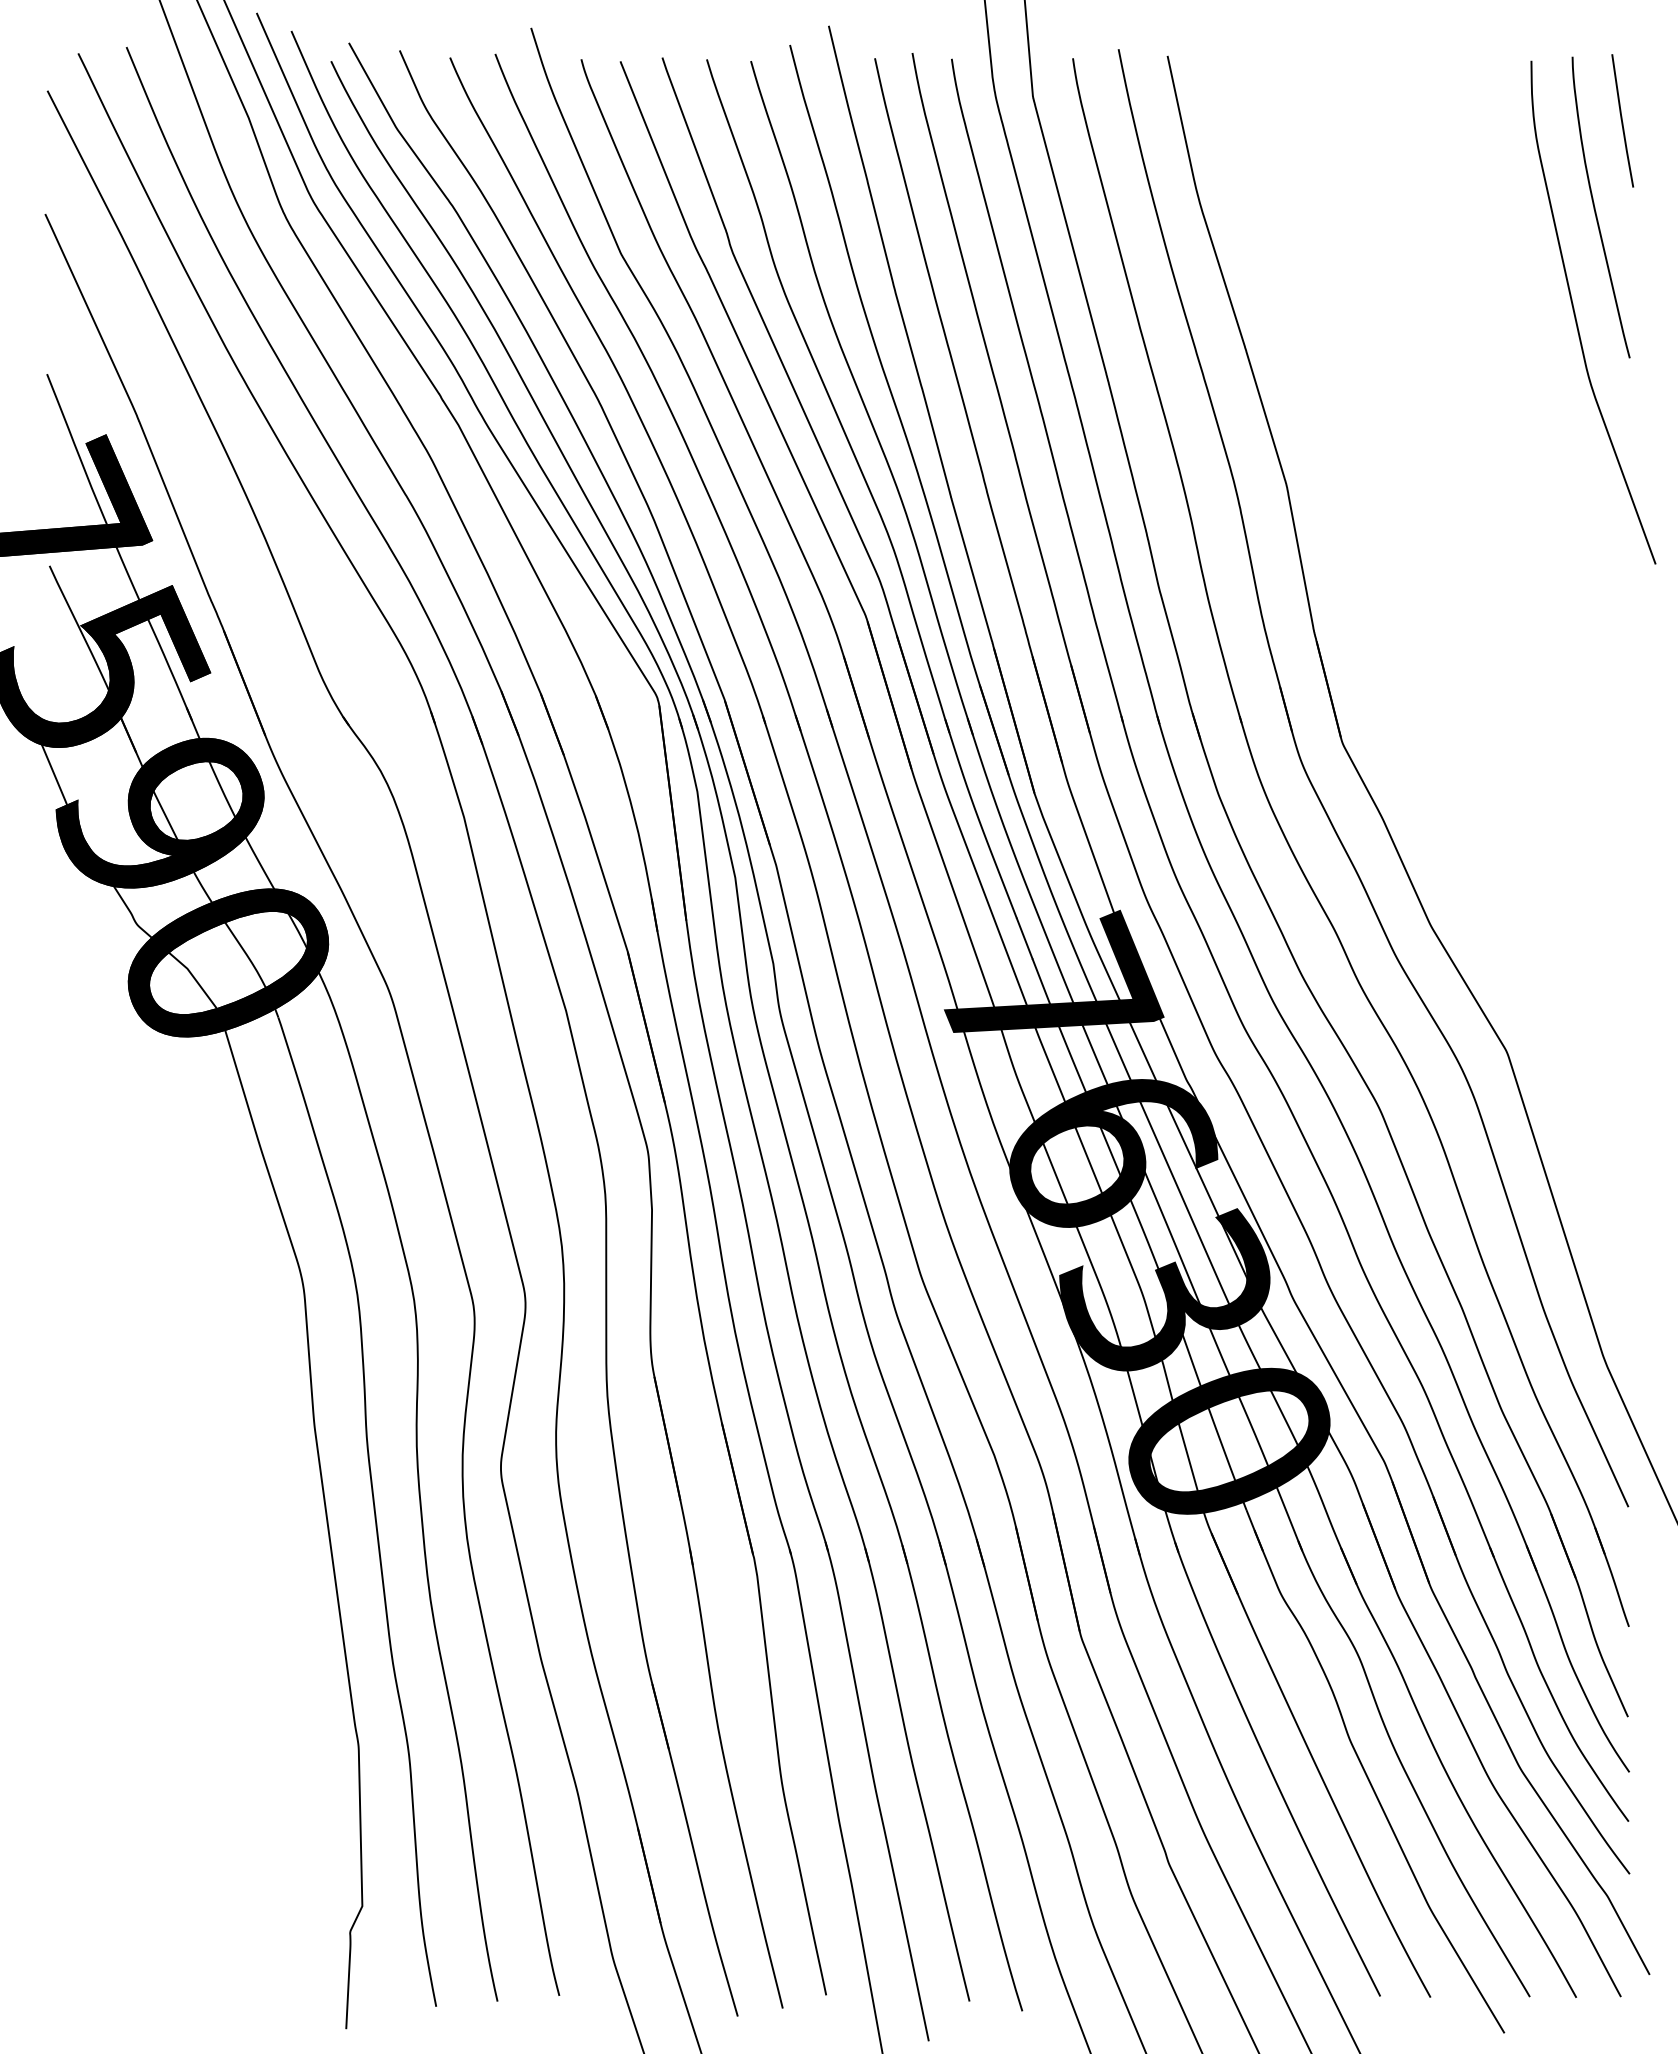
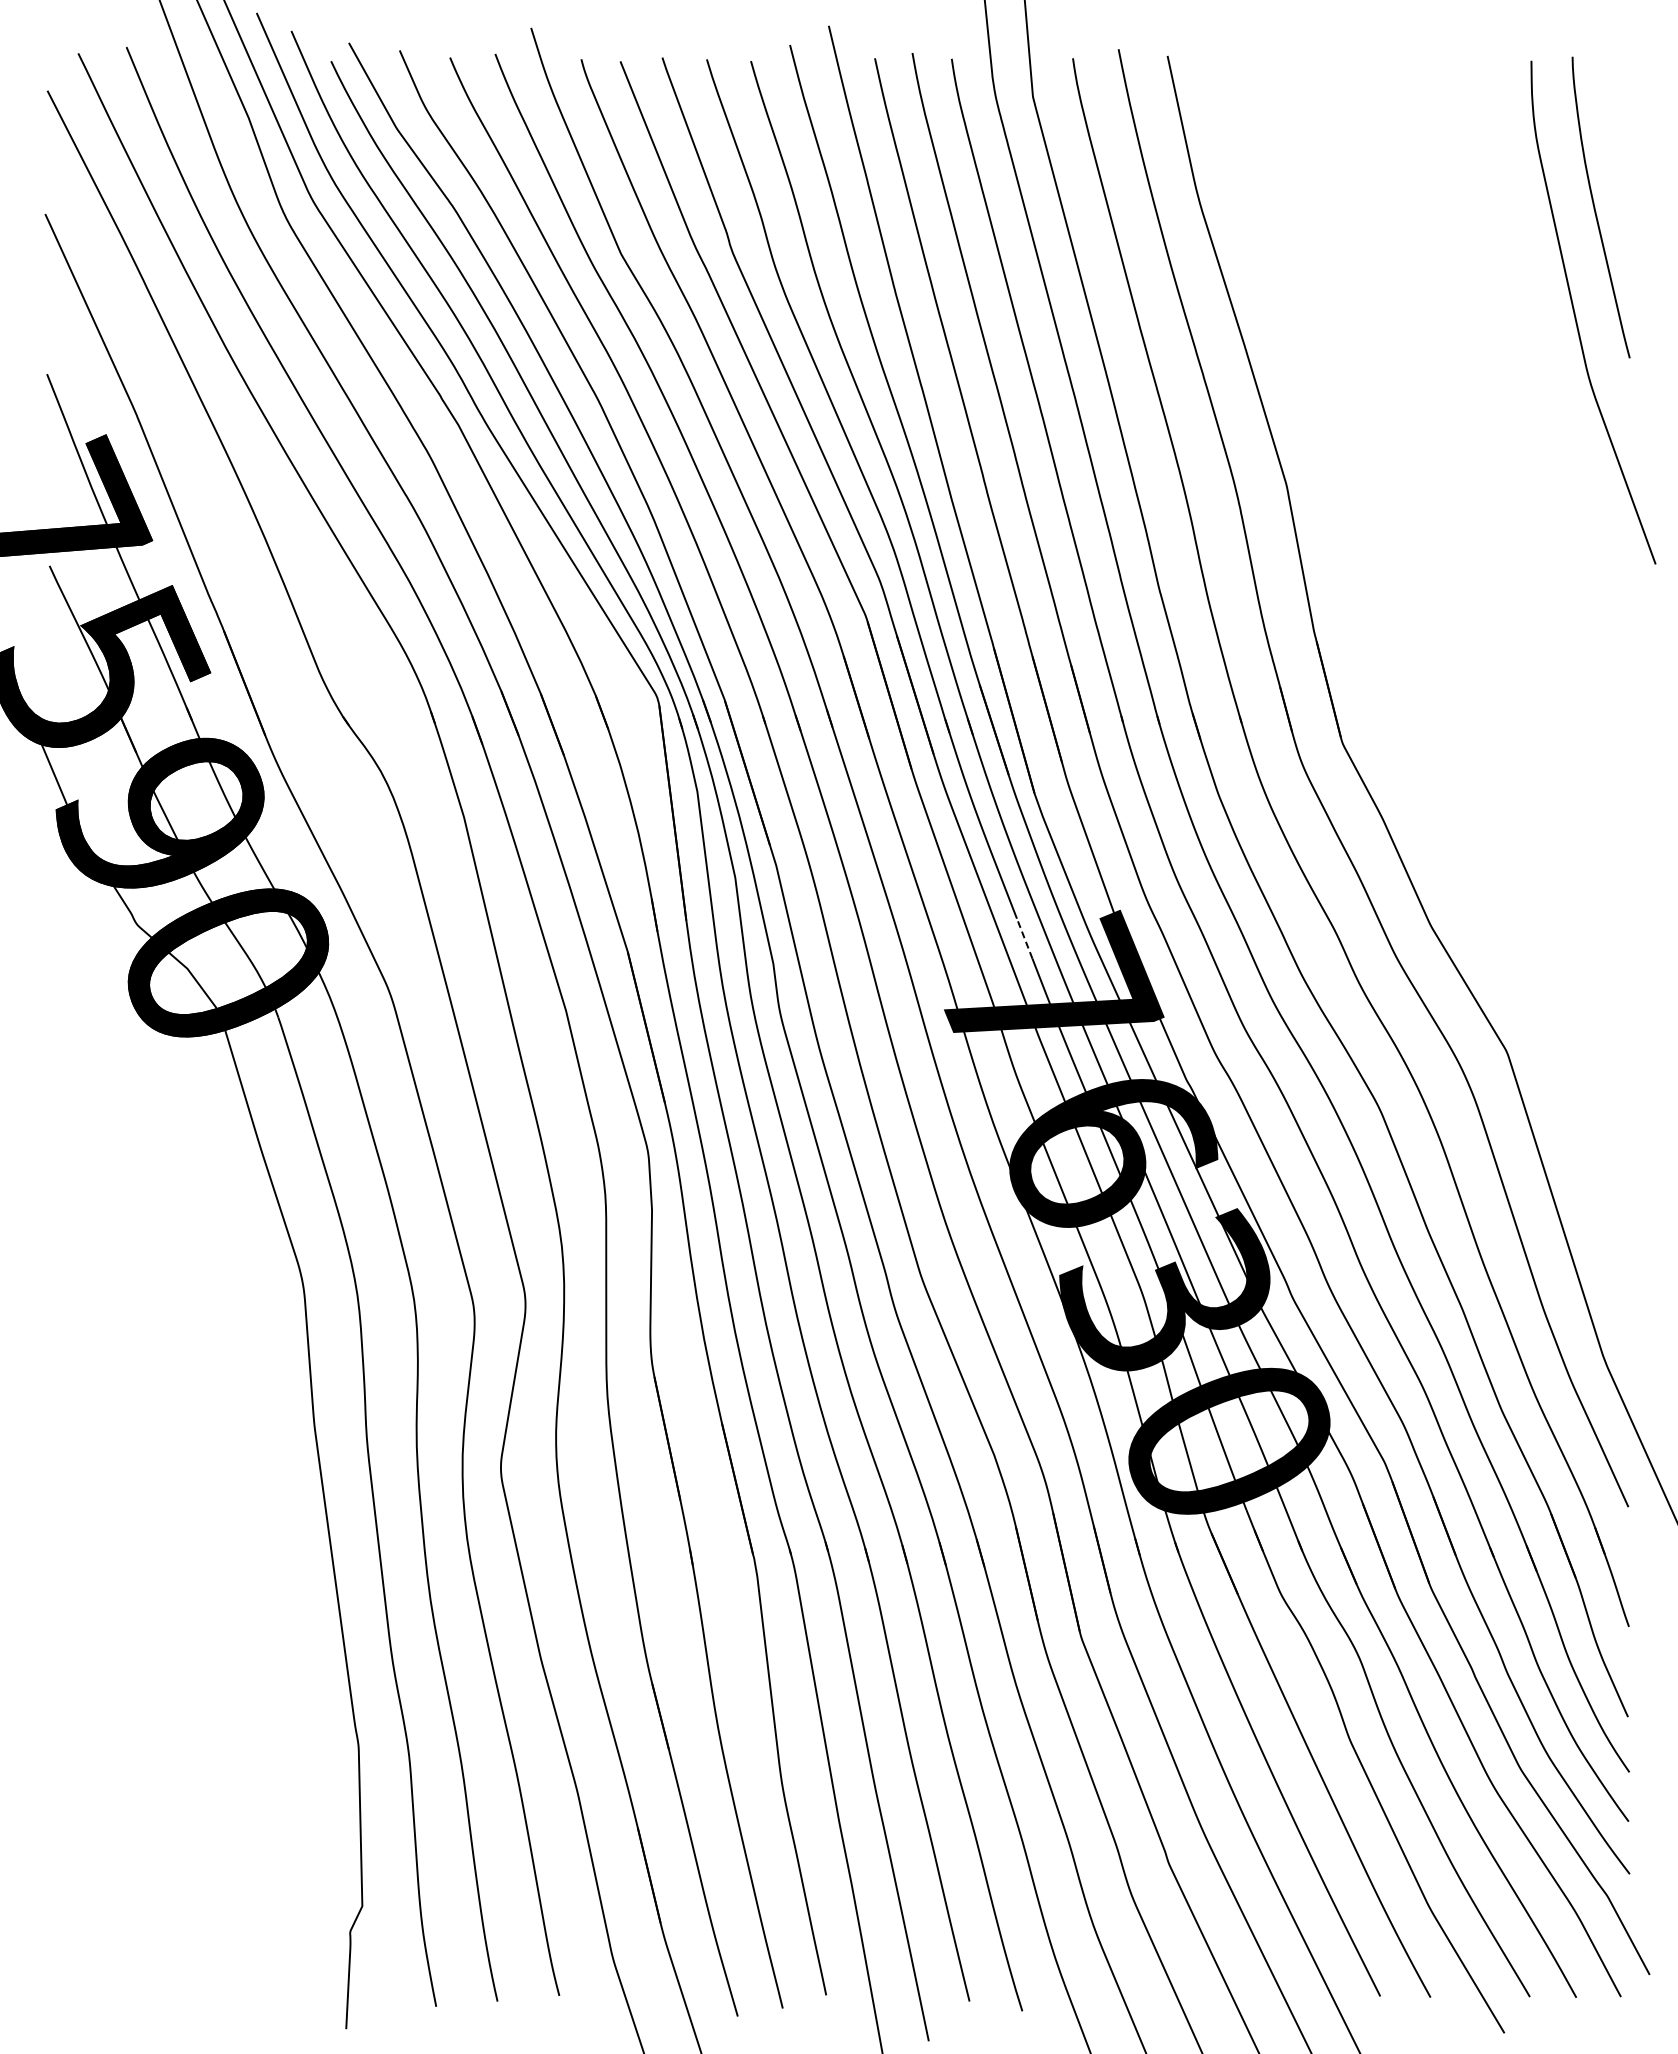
line at (1622, 120): present -> none
line at (1024, 938): solid -> dashed
